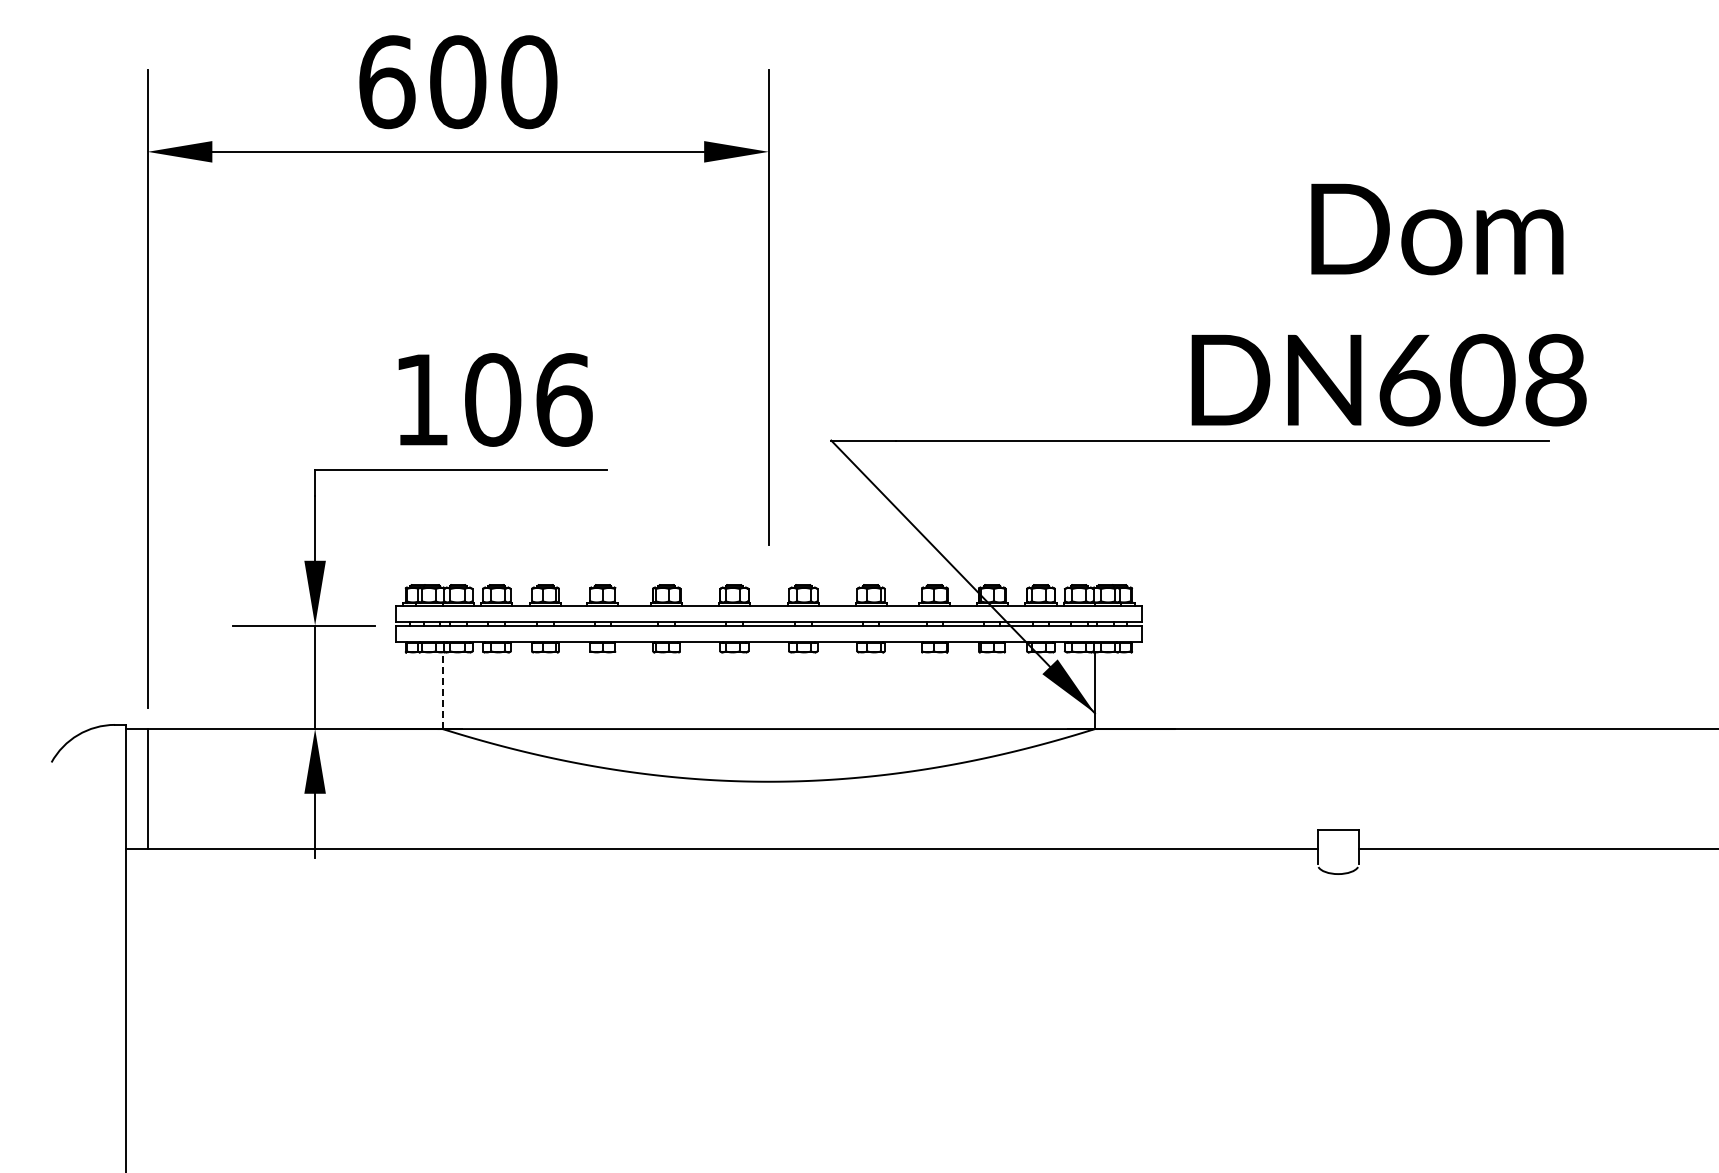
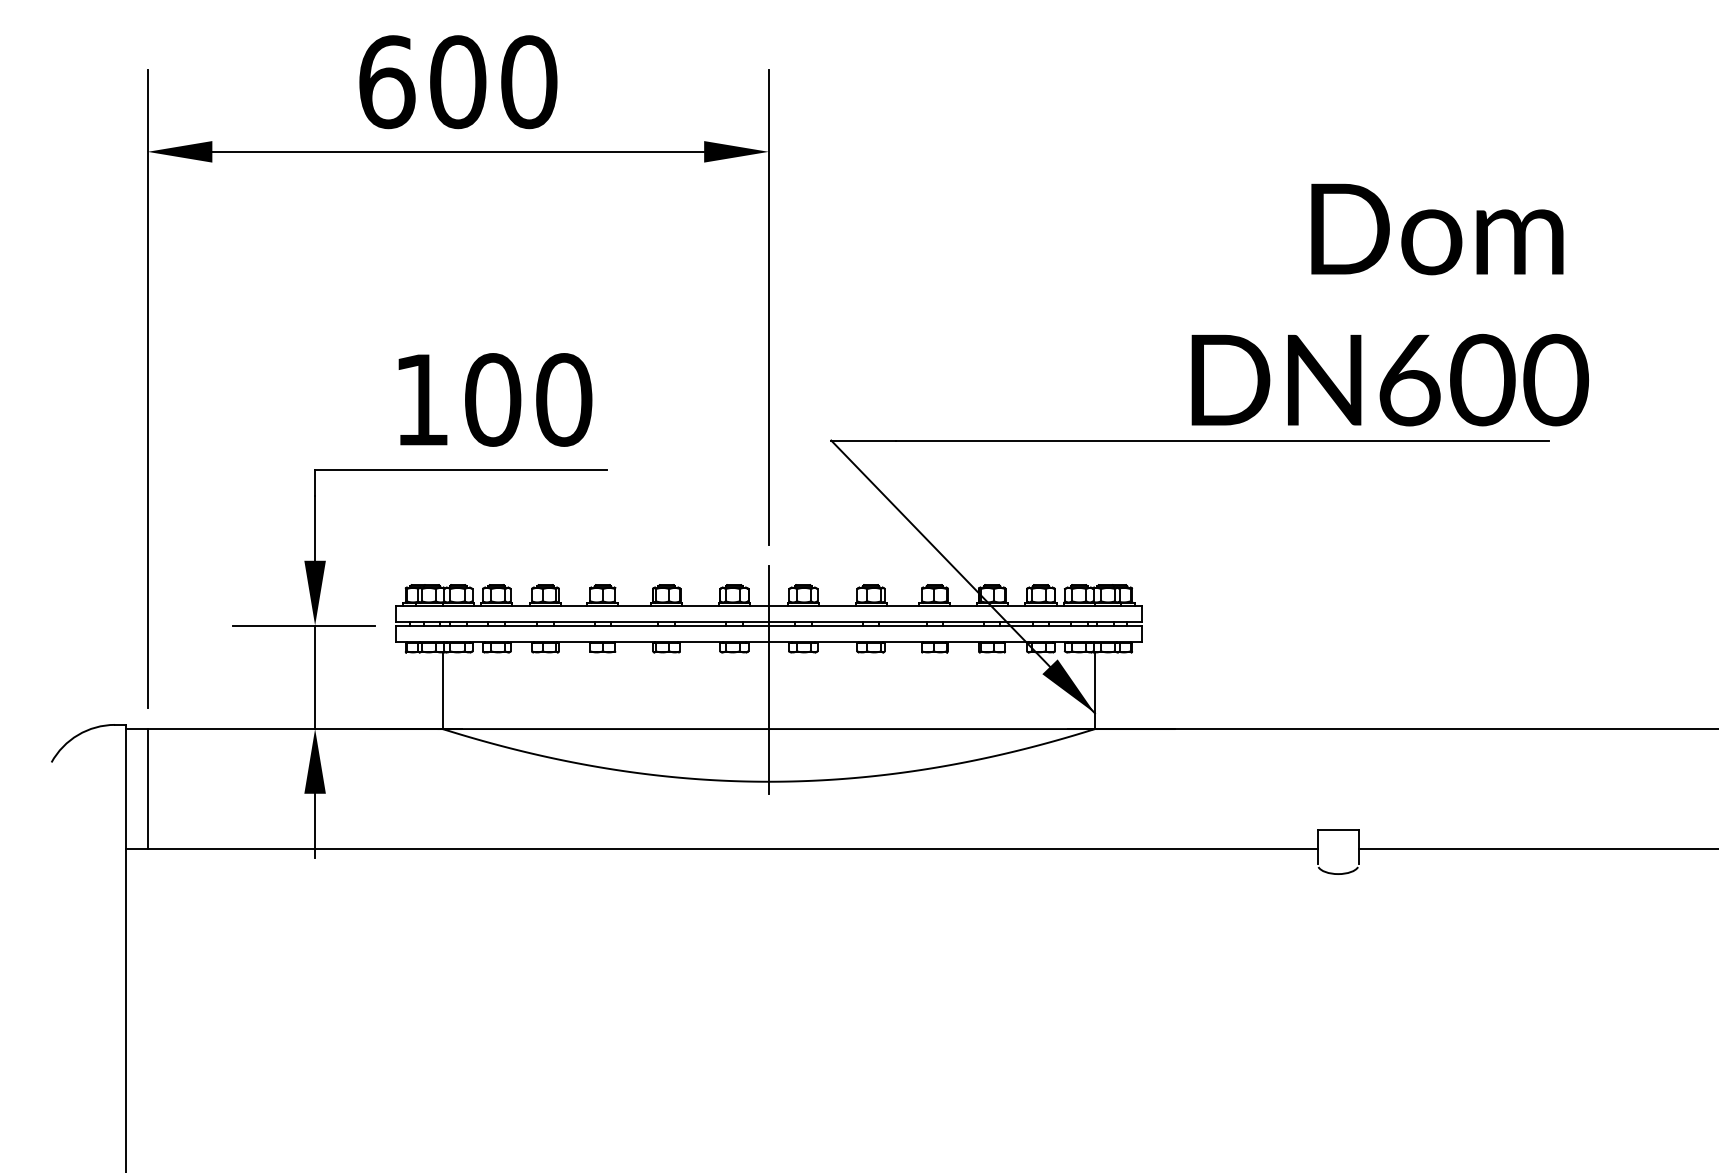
text at (1555, 380): DN608 -> DN600
text at (564, 399): 106 -> 100
line at (768, 679): none -> present
line at (442, 690): dashed -> solid
